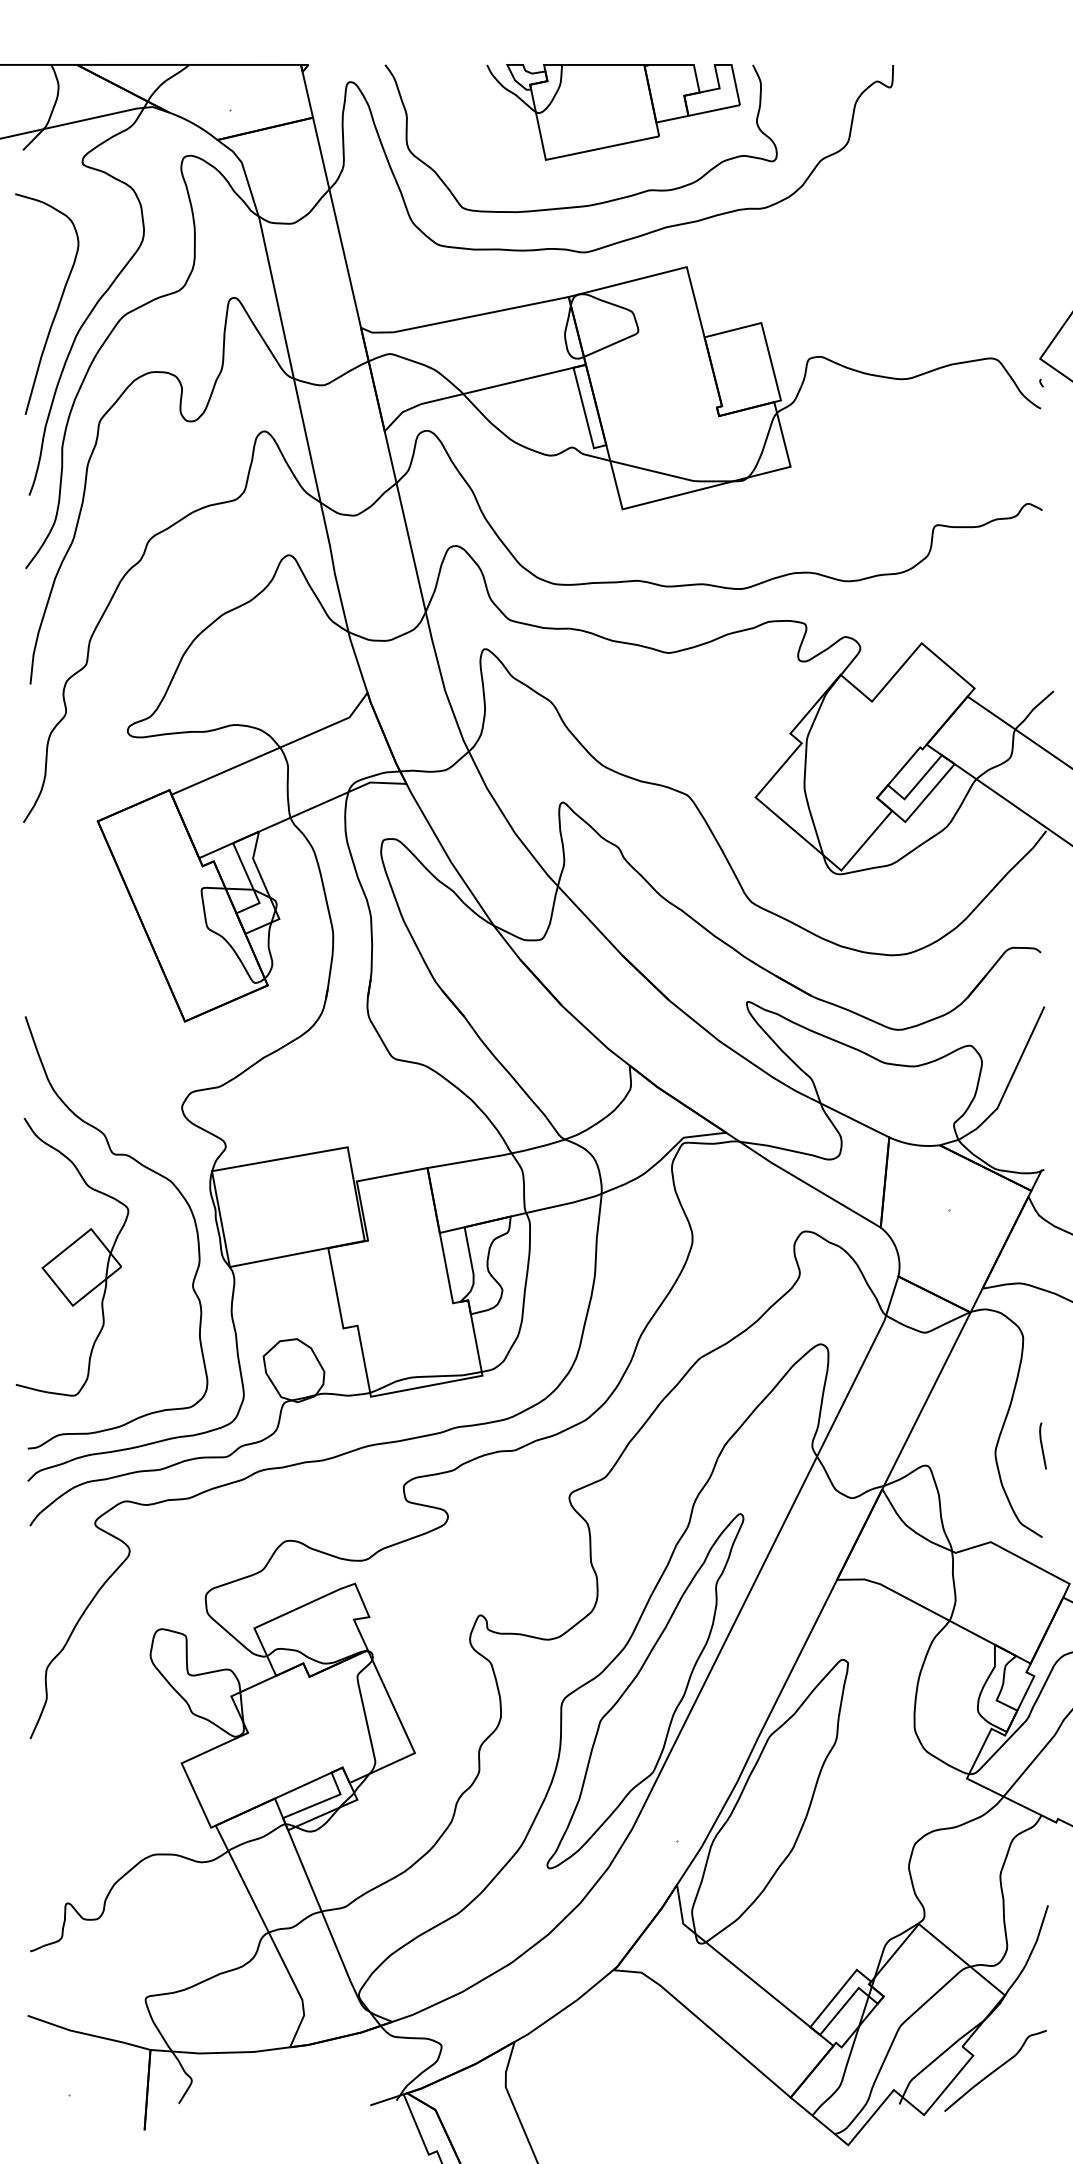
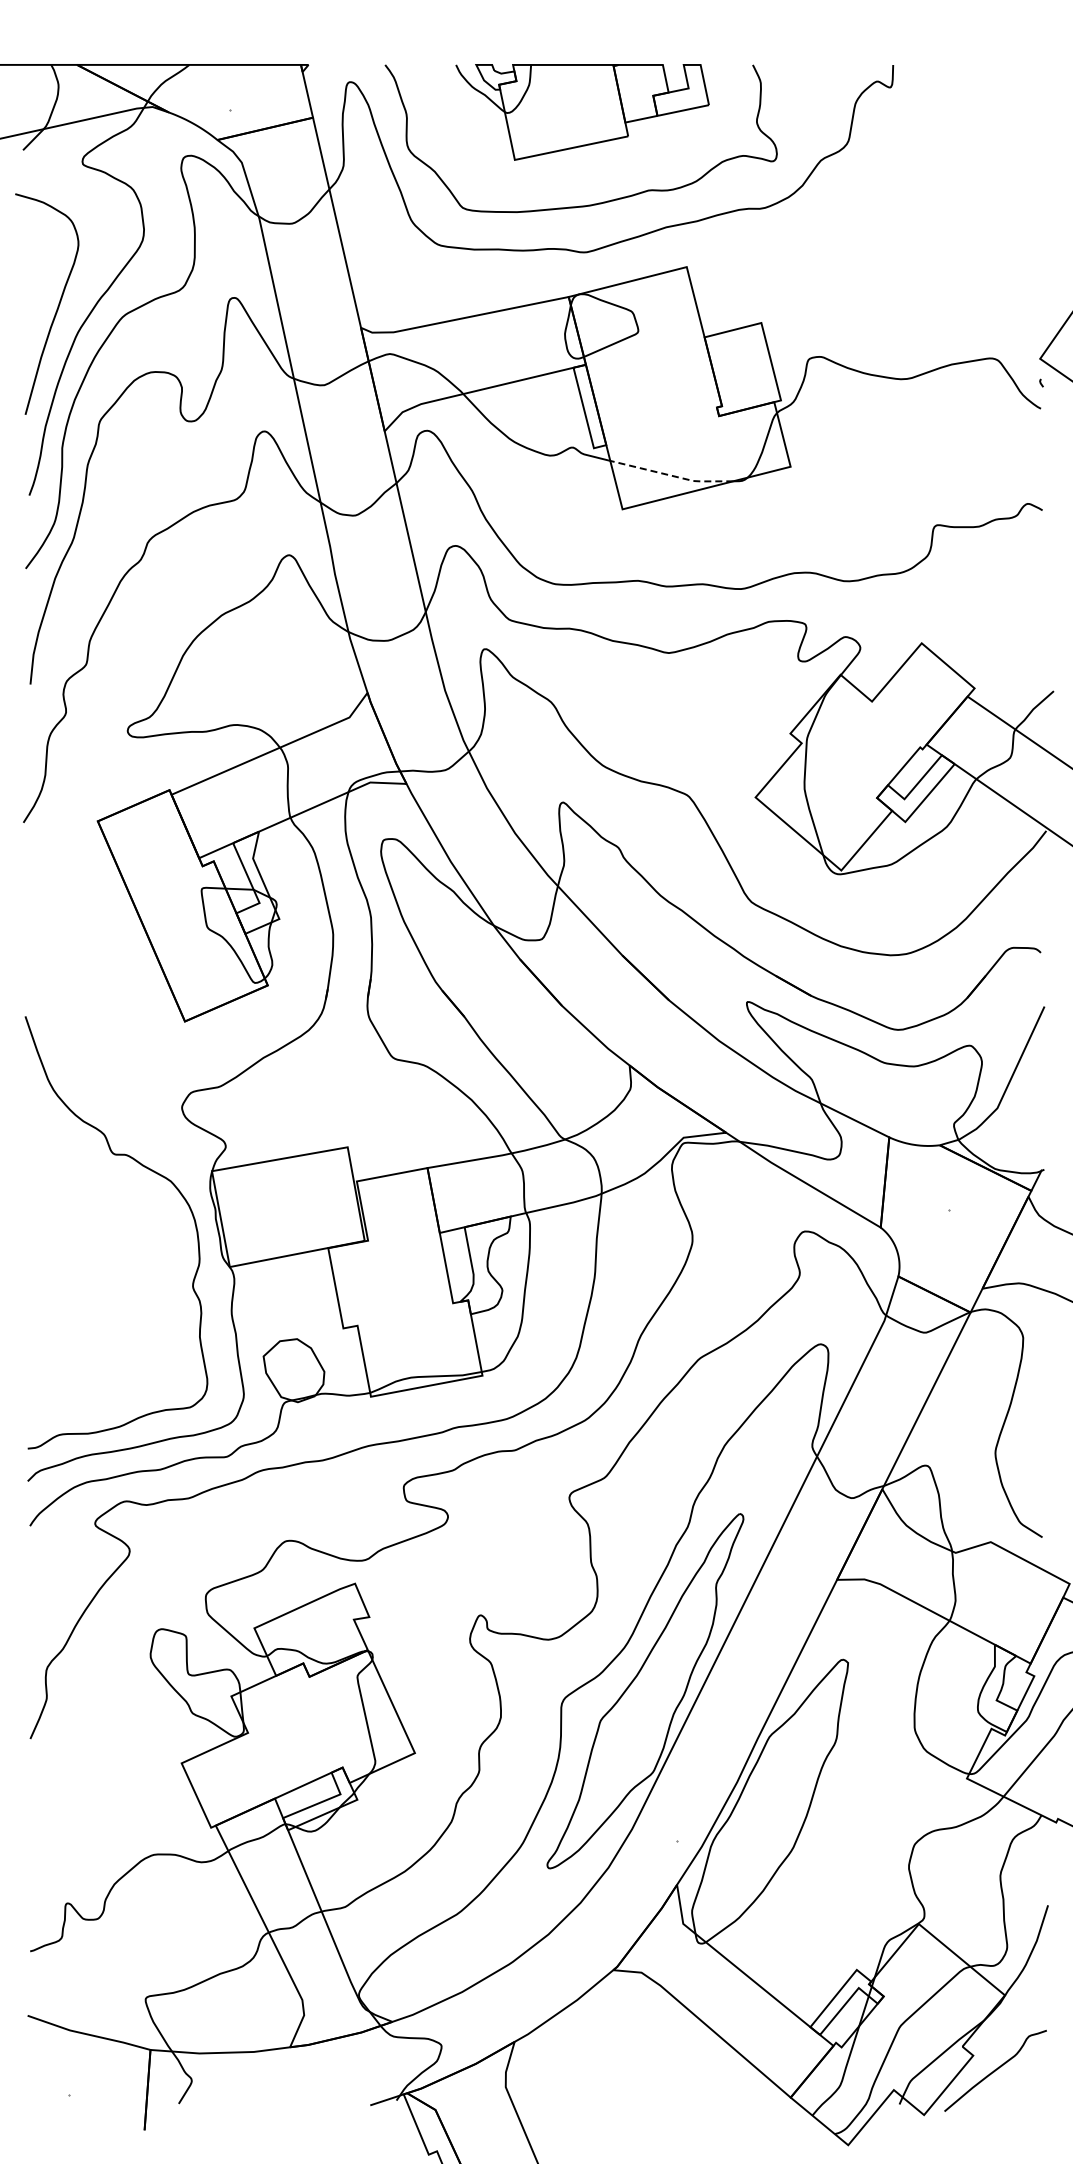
part at (613, 112) position: (613, 112) -> (582, 112)
line at (672, 475): solid -> dashed
part at (72, 1257): present -> none
line at (1042, 1445): present -> none
